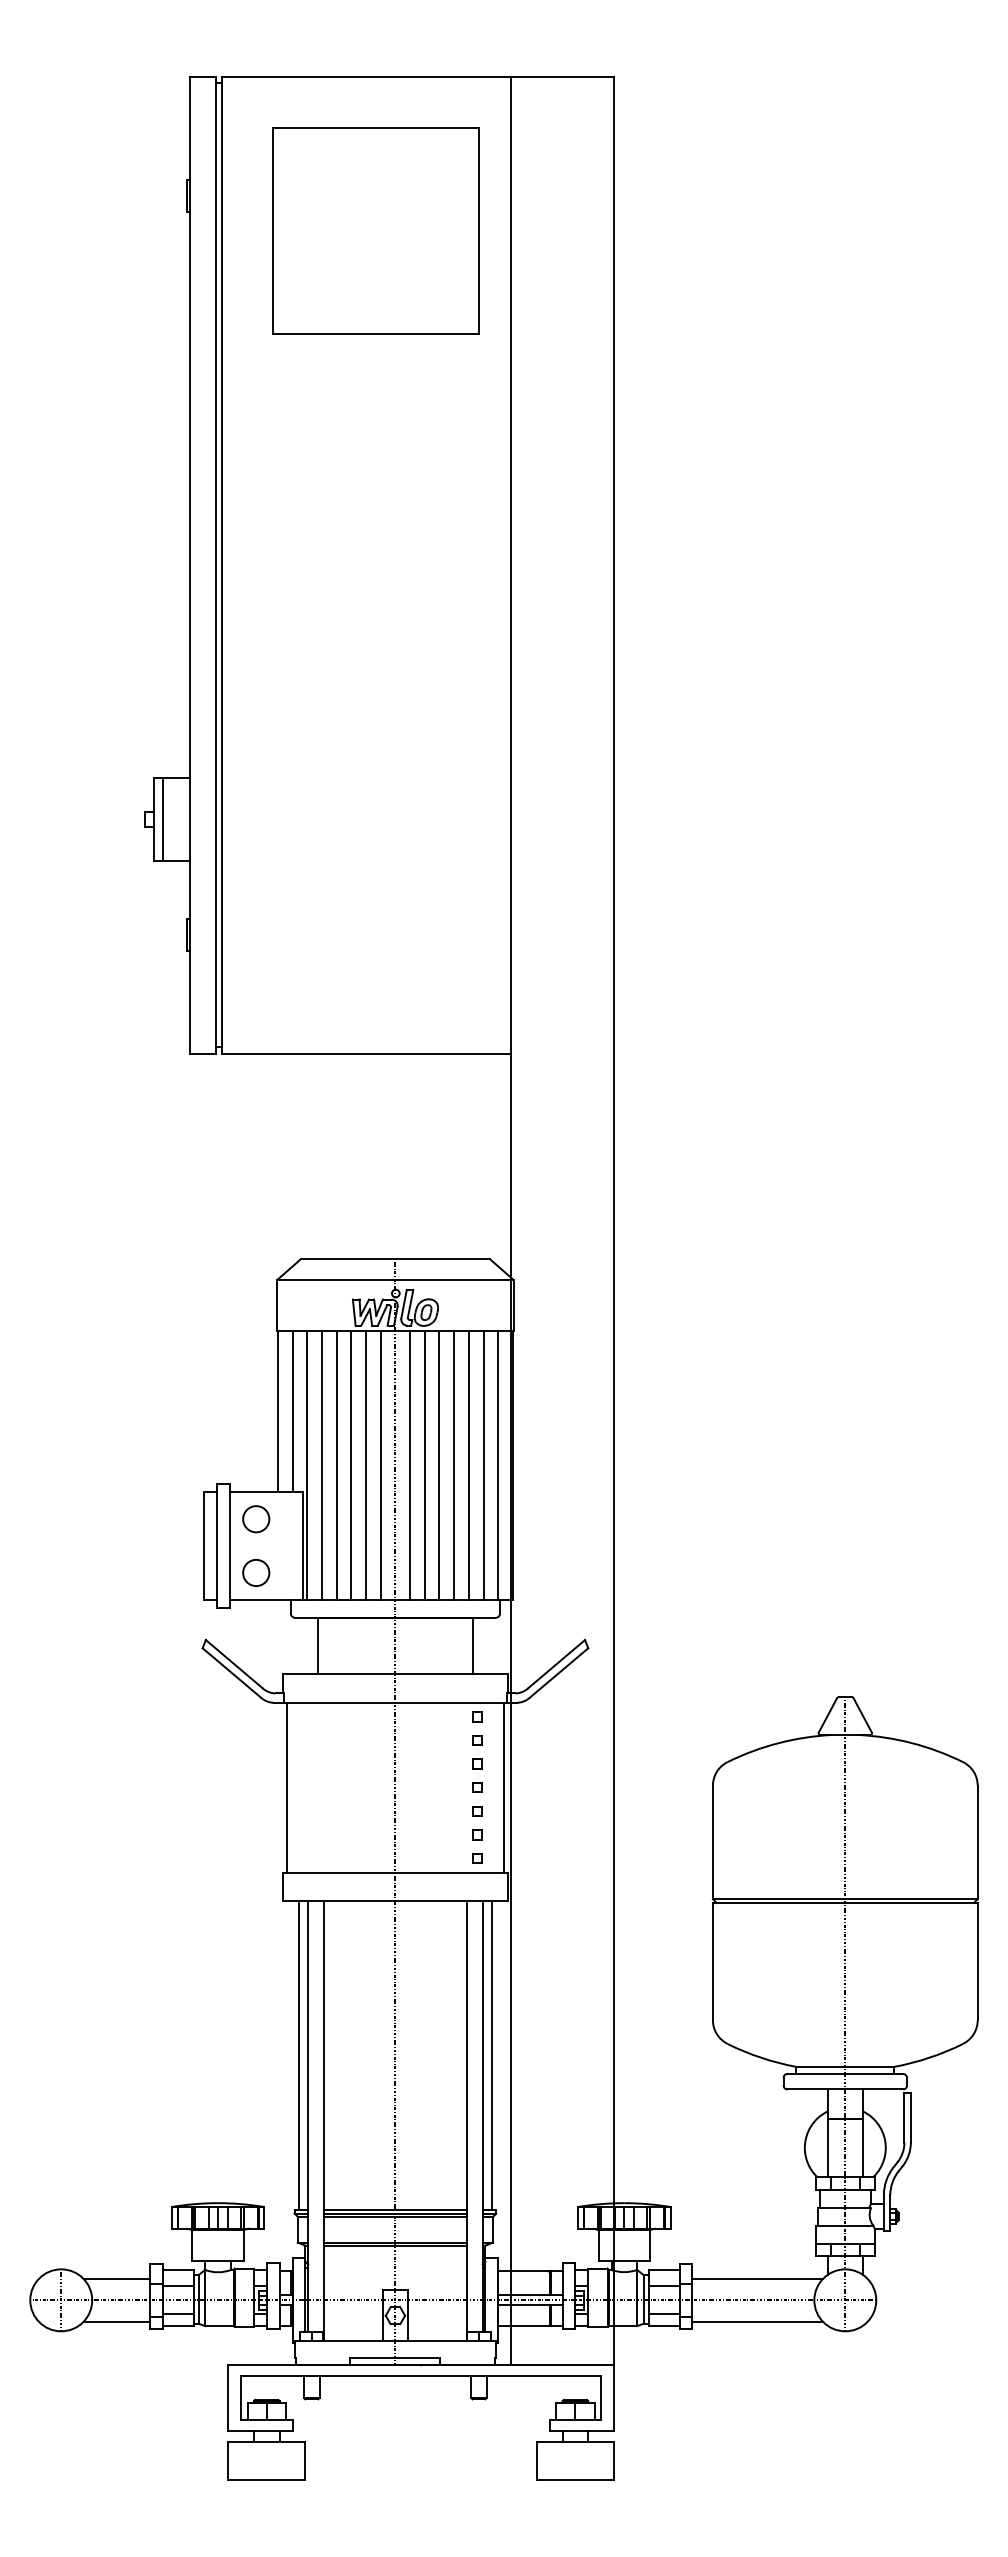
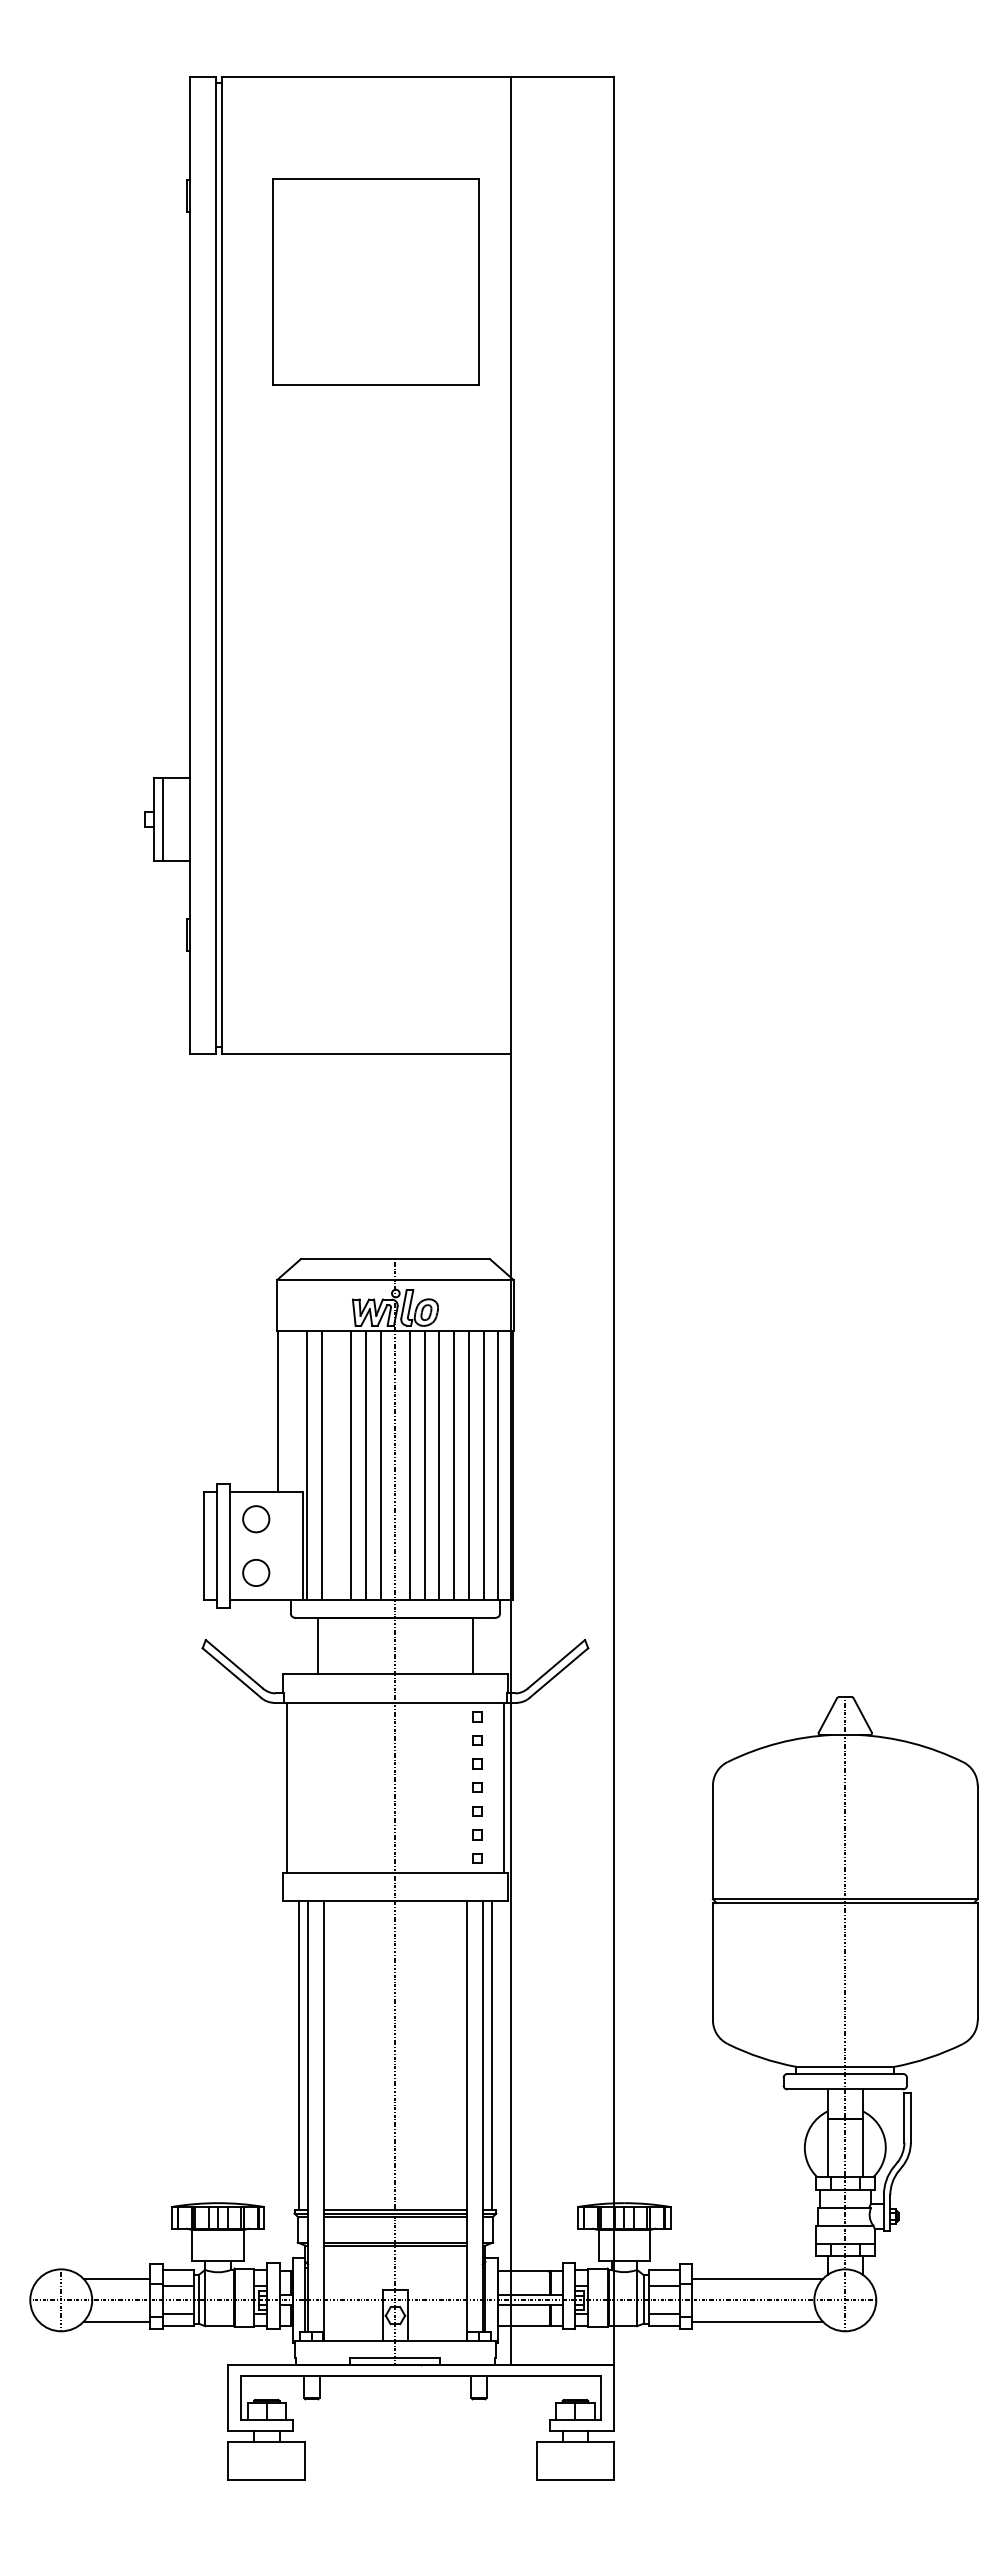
part at (375, 230) position: (375, 230) -> (375, 281)
line at (292, 1411): present -> none
line at (336, 1464): present -> none
